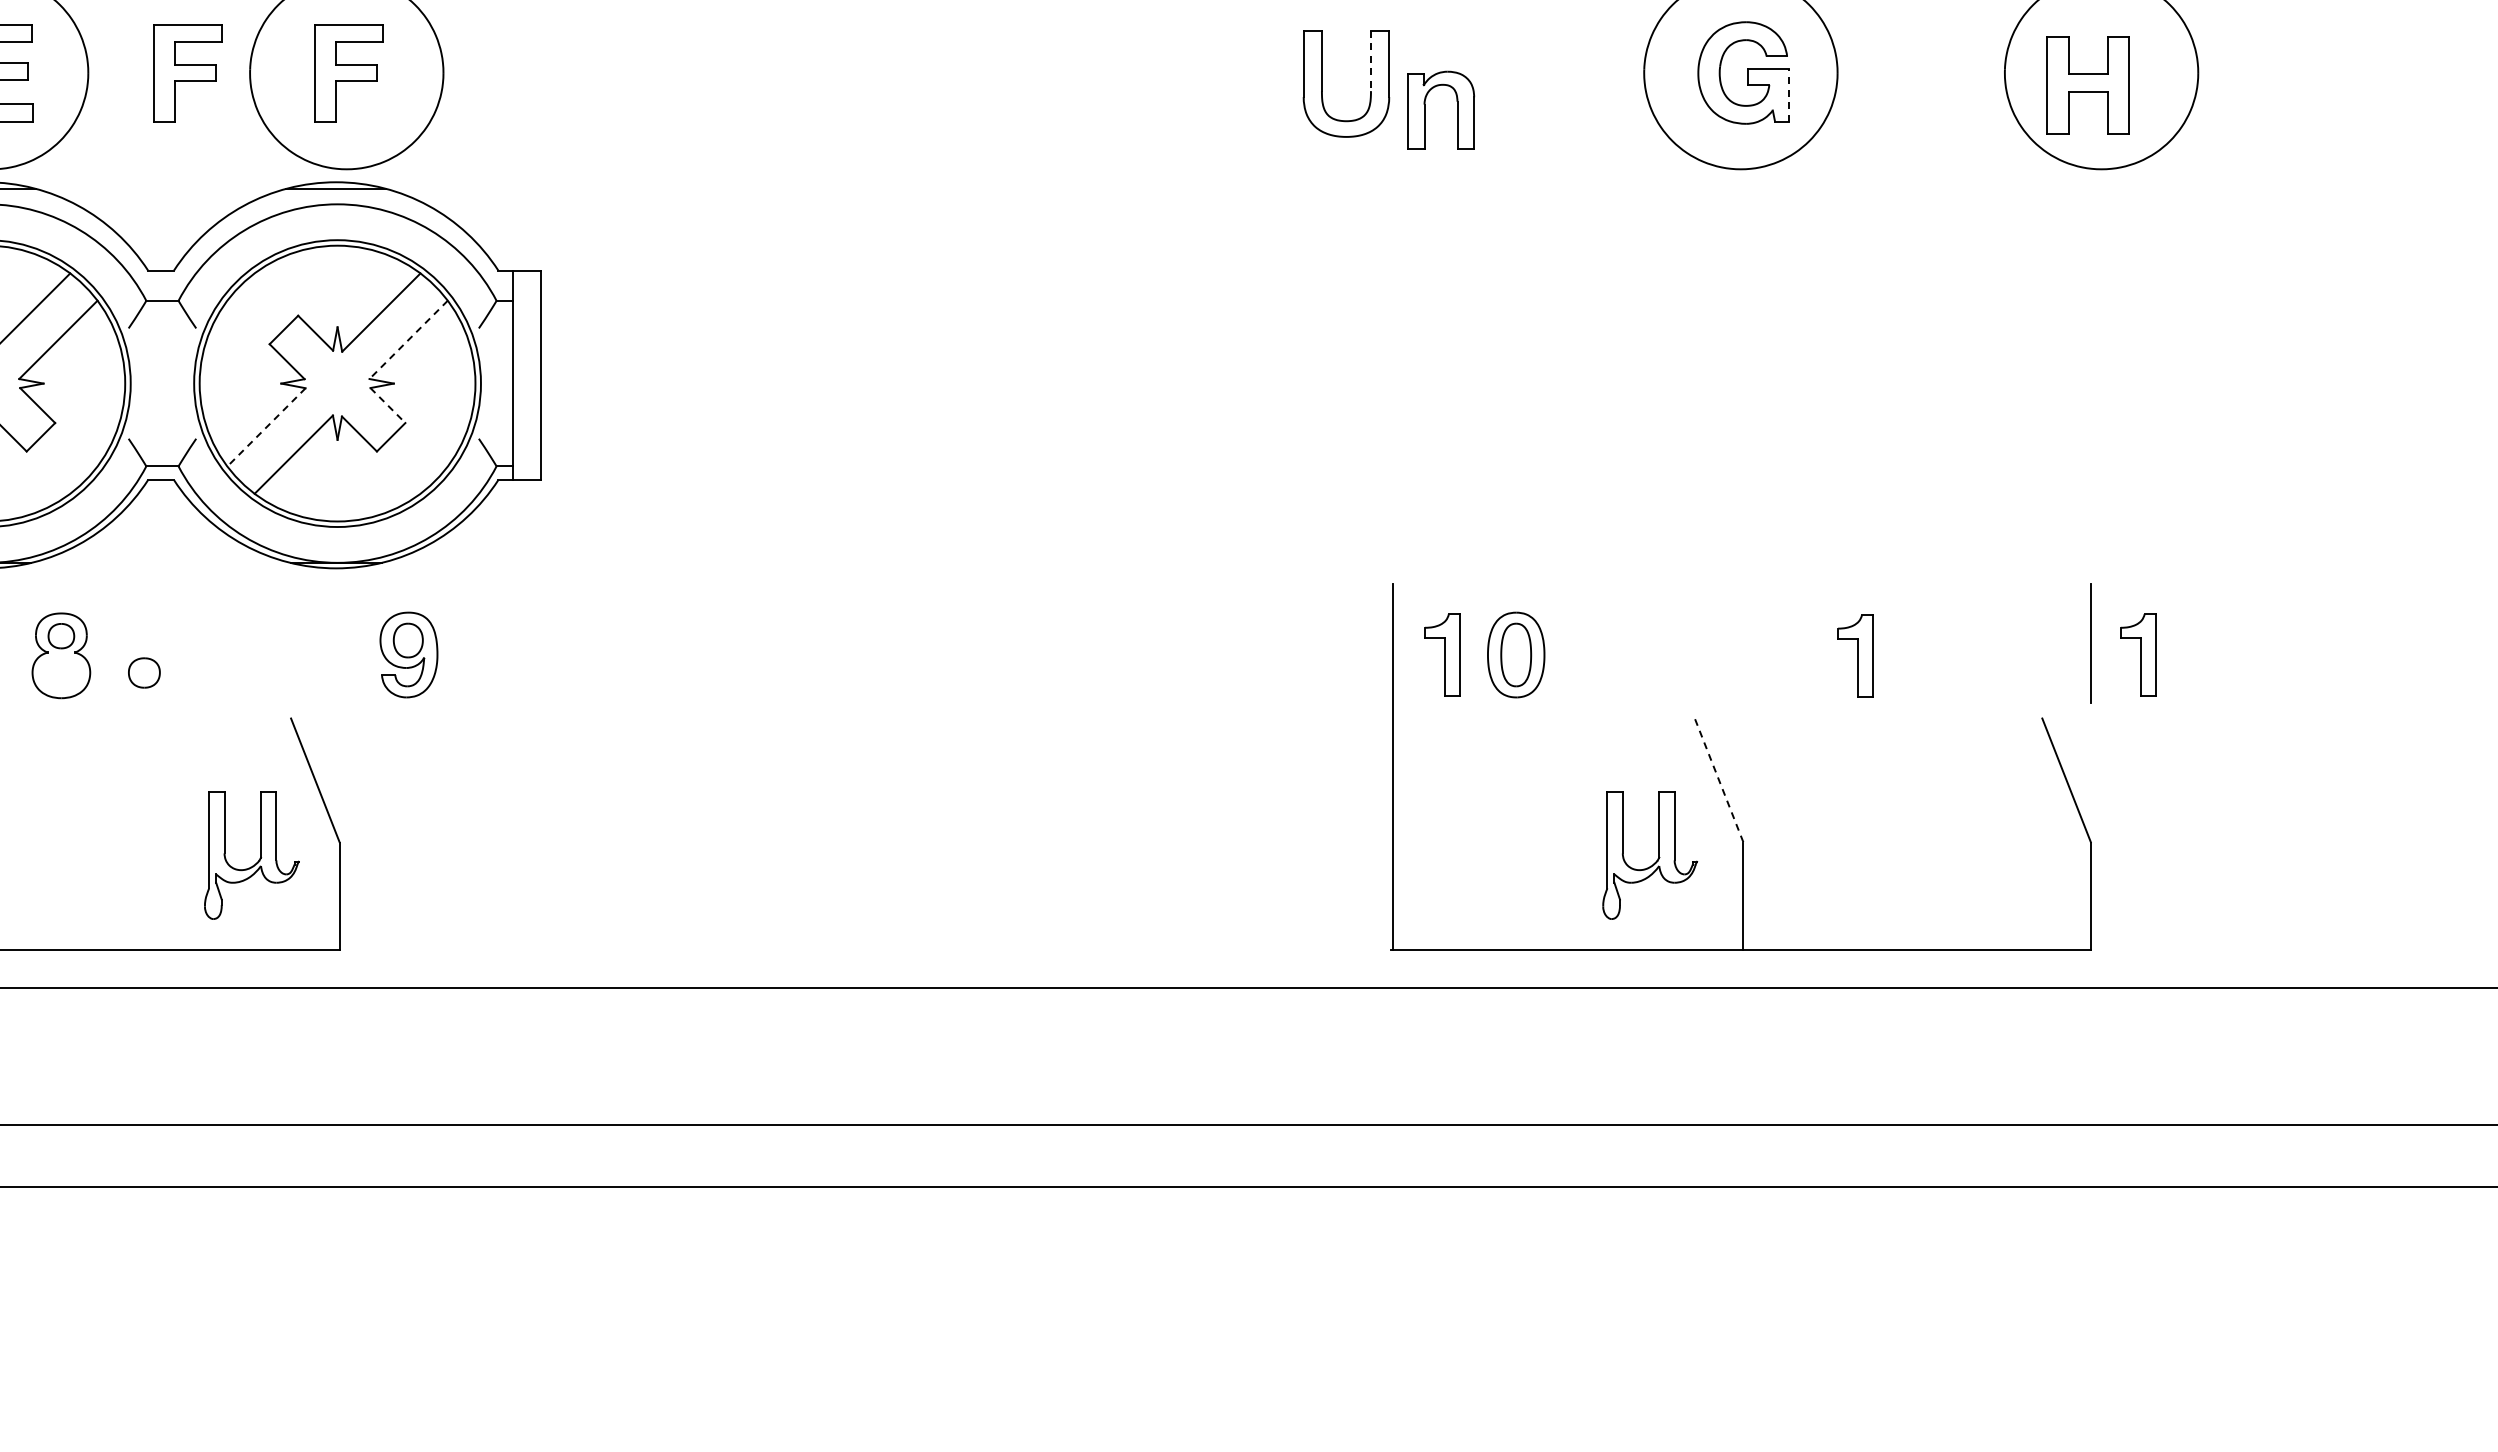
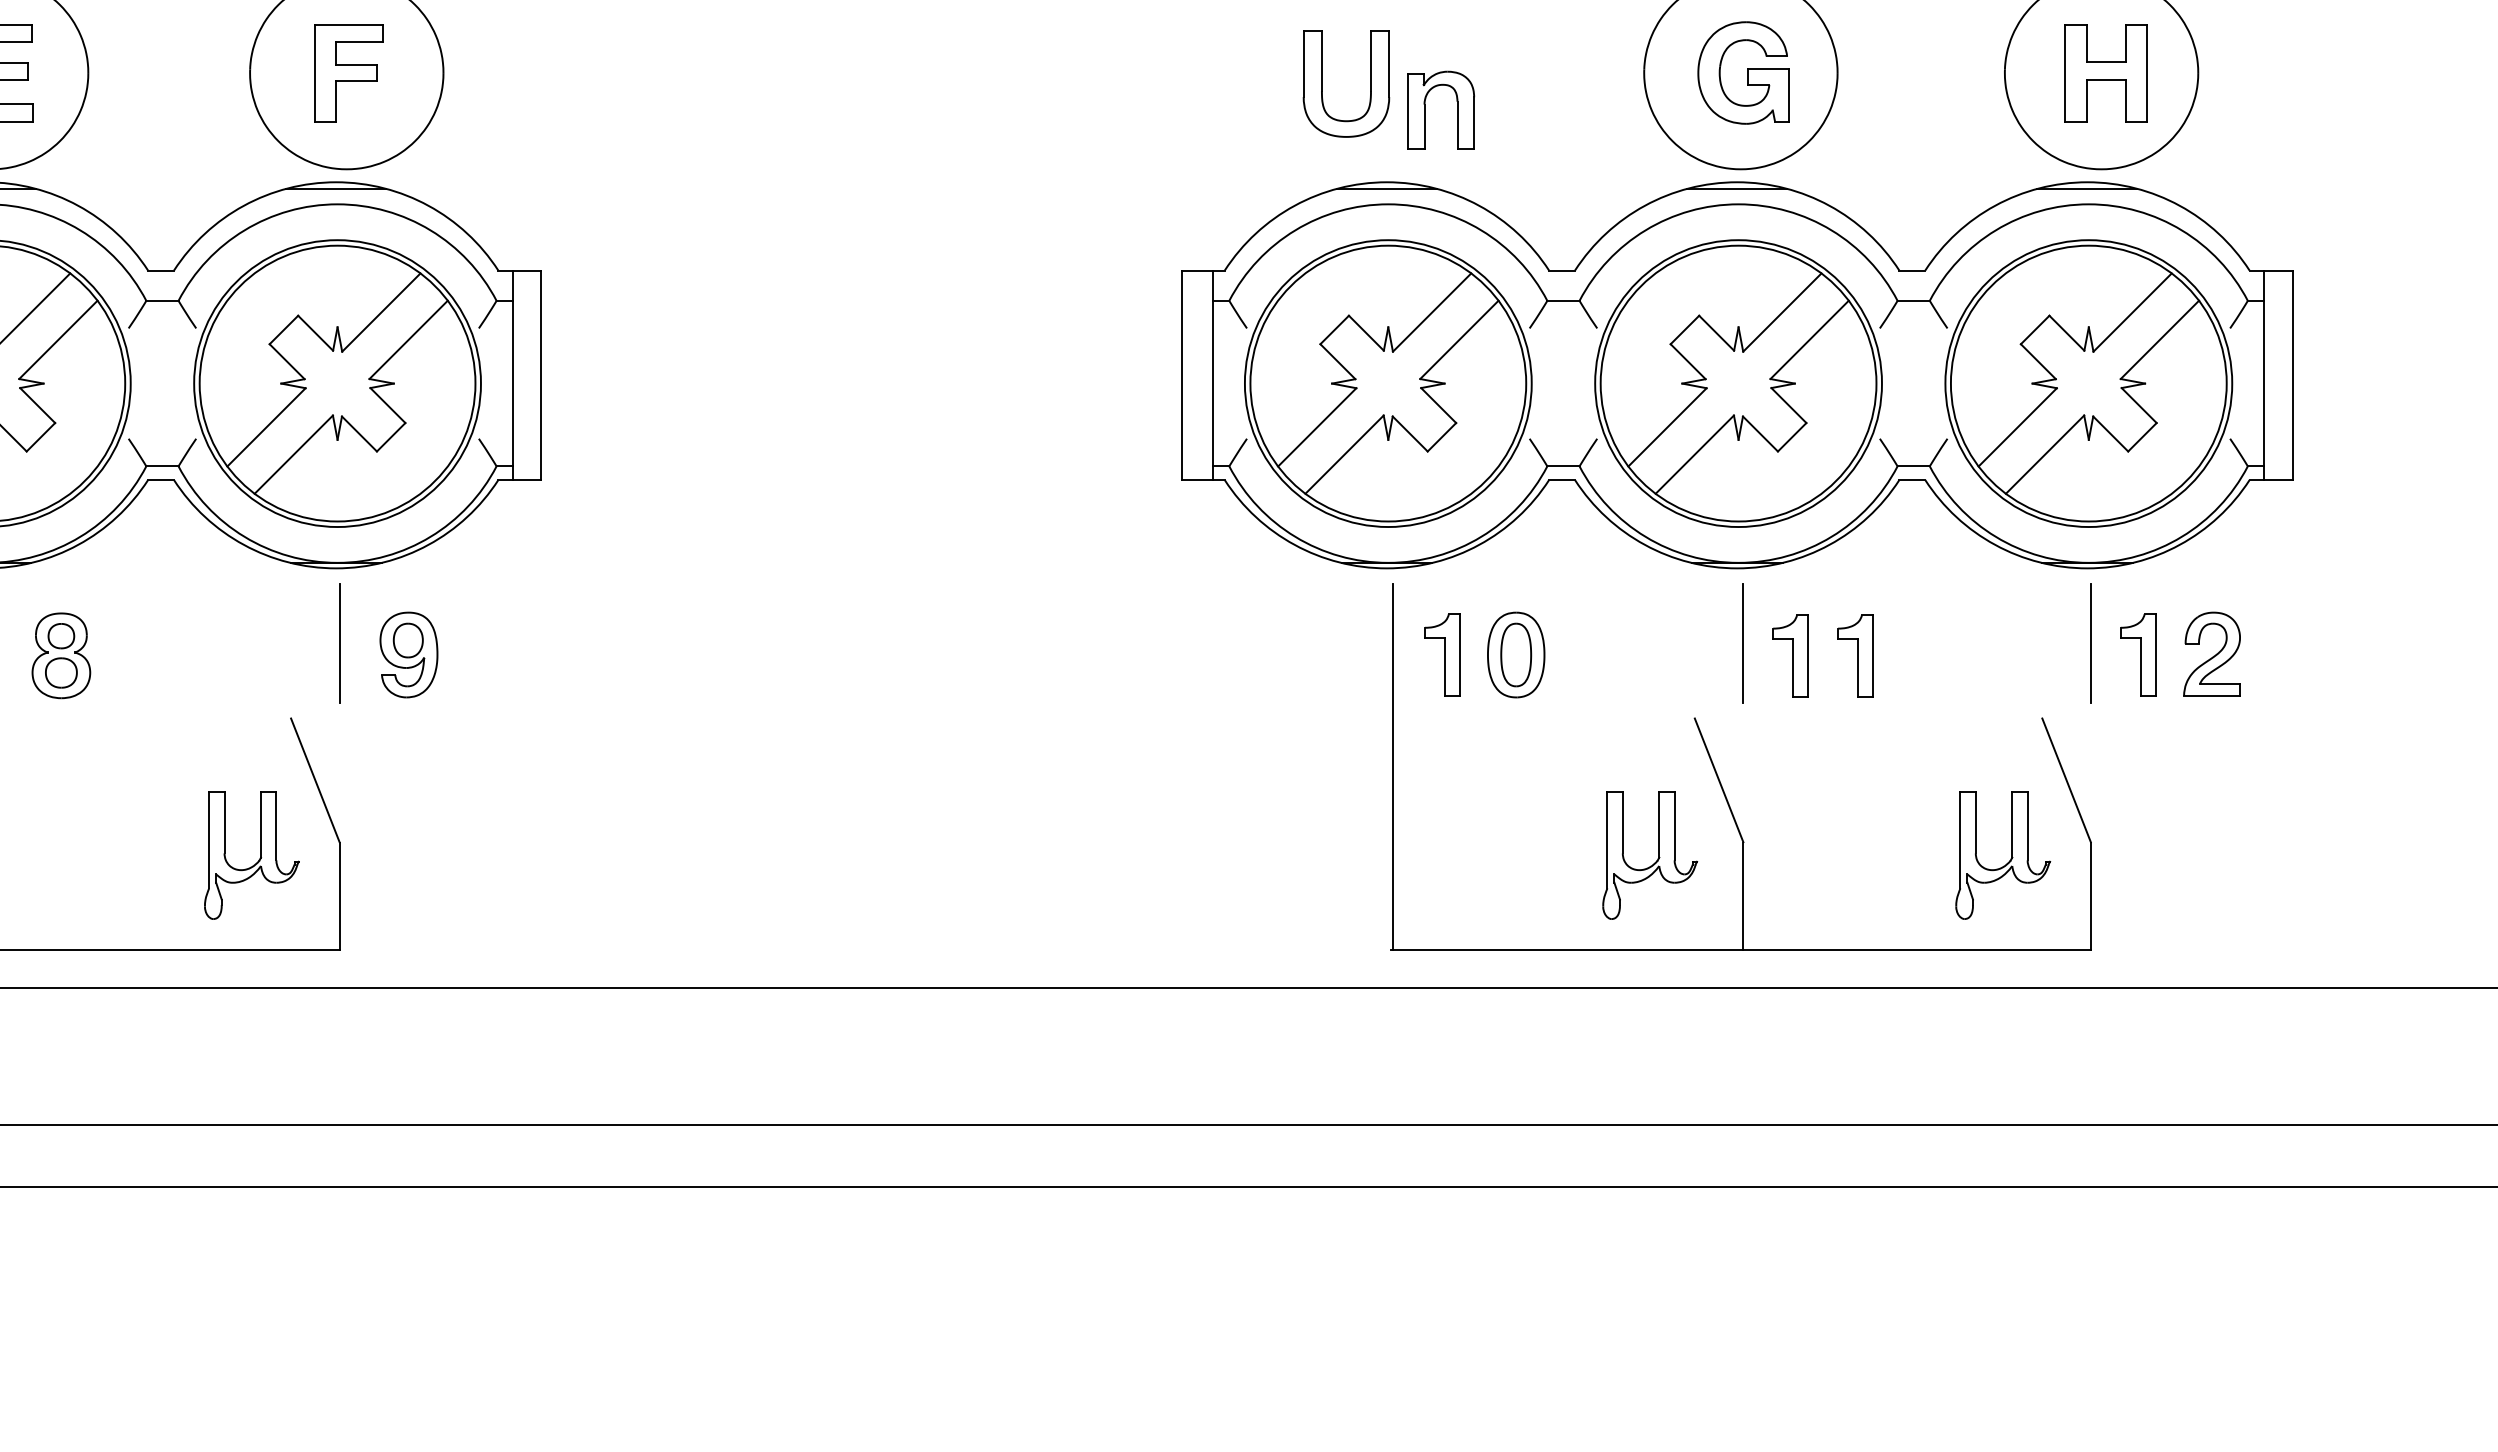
line at (1370, 61): dashed -> solid
part at (187, 73): present -> none
part at (2087, 85) position: (2087, 85) -> (2105, 73)
line at (1788, 94): dashed -> solid
line at (408, 340): dashed -> solid
part at (1737, 375): none -> present
line at (387, 405): dashed -> solid
line at (266, 427): dashed -> solid
line at (339, 643): none -> present
line at (1742, 643): none -> present
part at (2211, 653): none -> present
part at (1790, 655): none -> present
part at (144, 672) position: (144, 672) -> (61, 672)
line at (1718, 779): dashed -> solid
part at (2010, 858): none -> present
